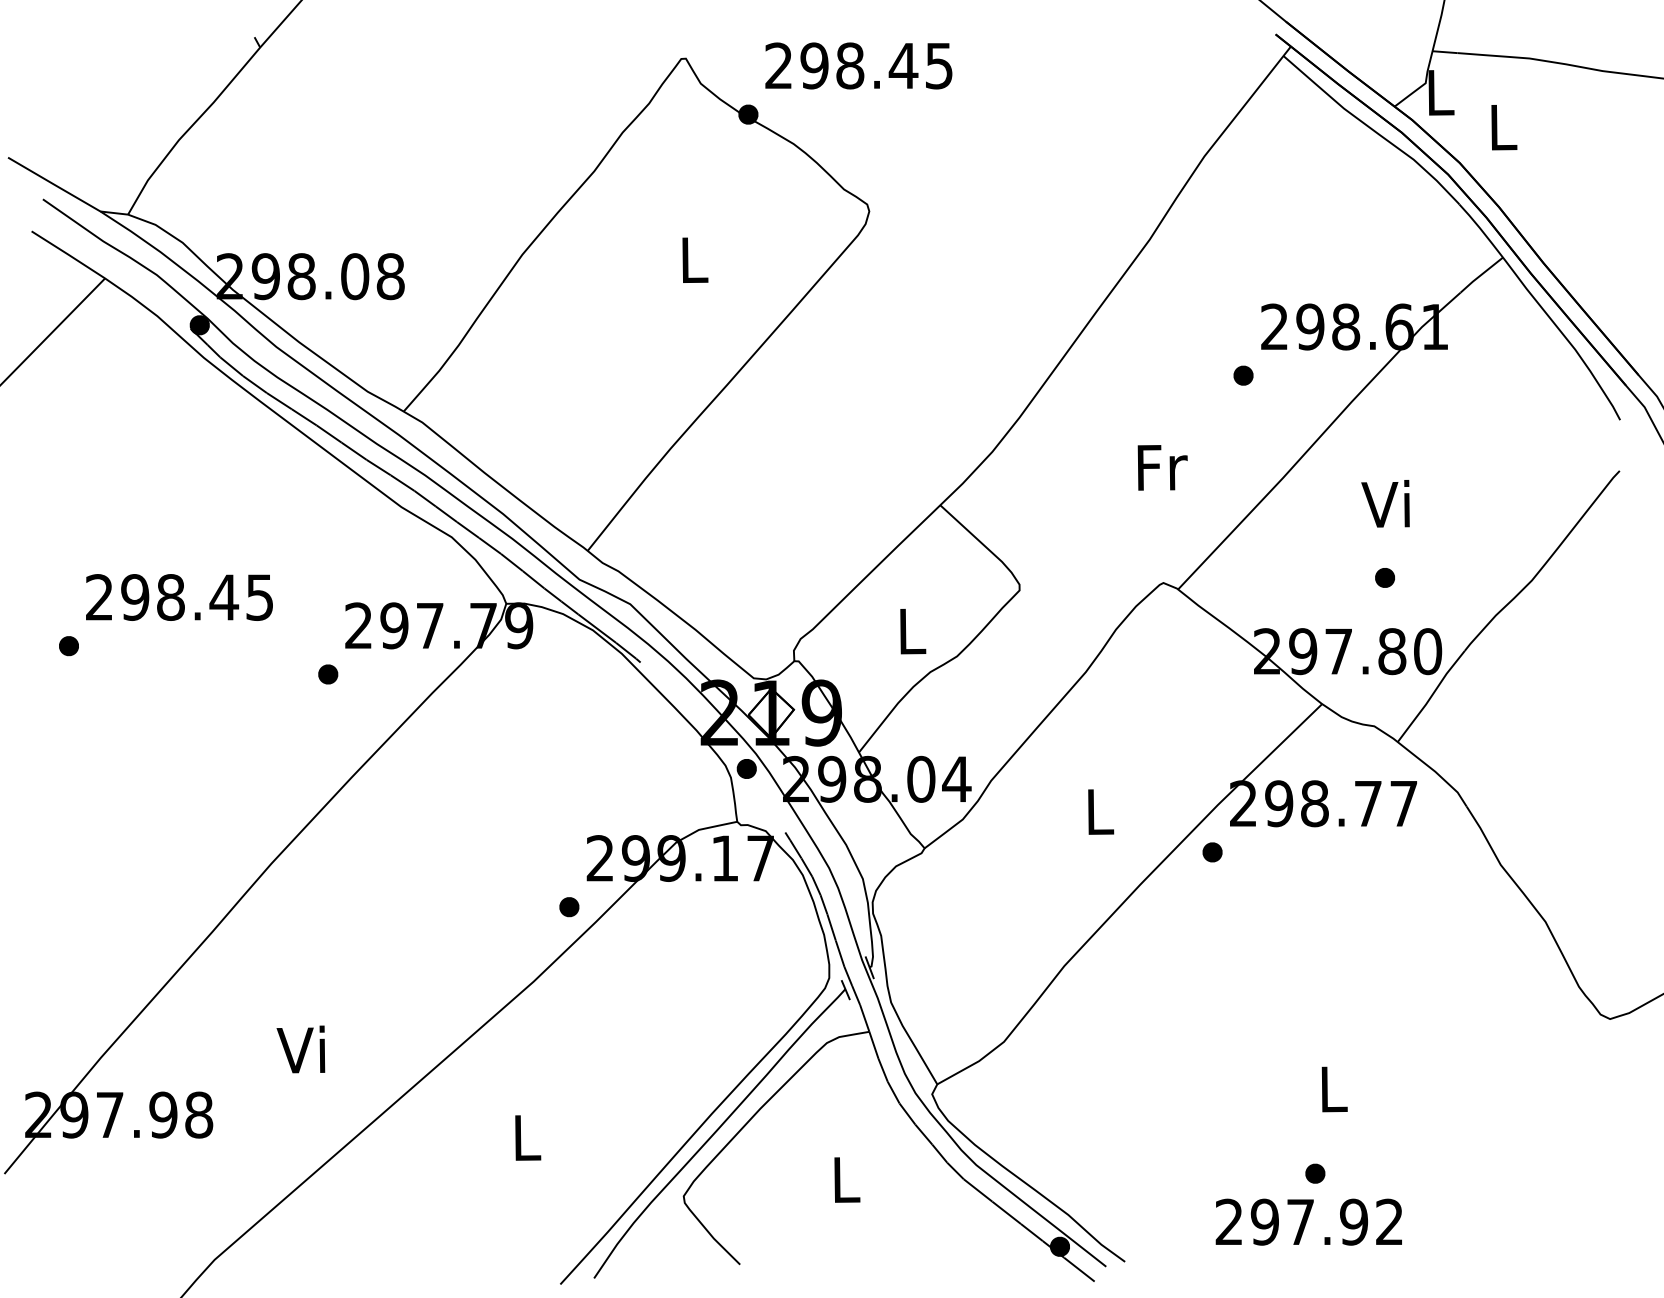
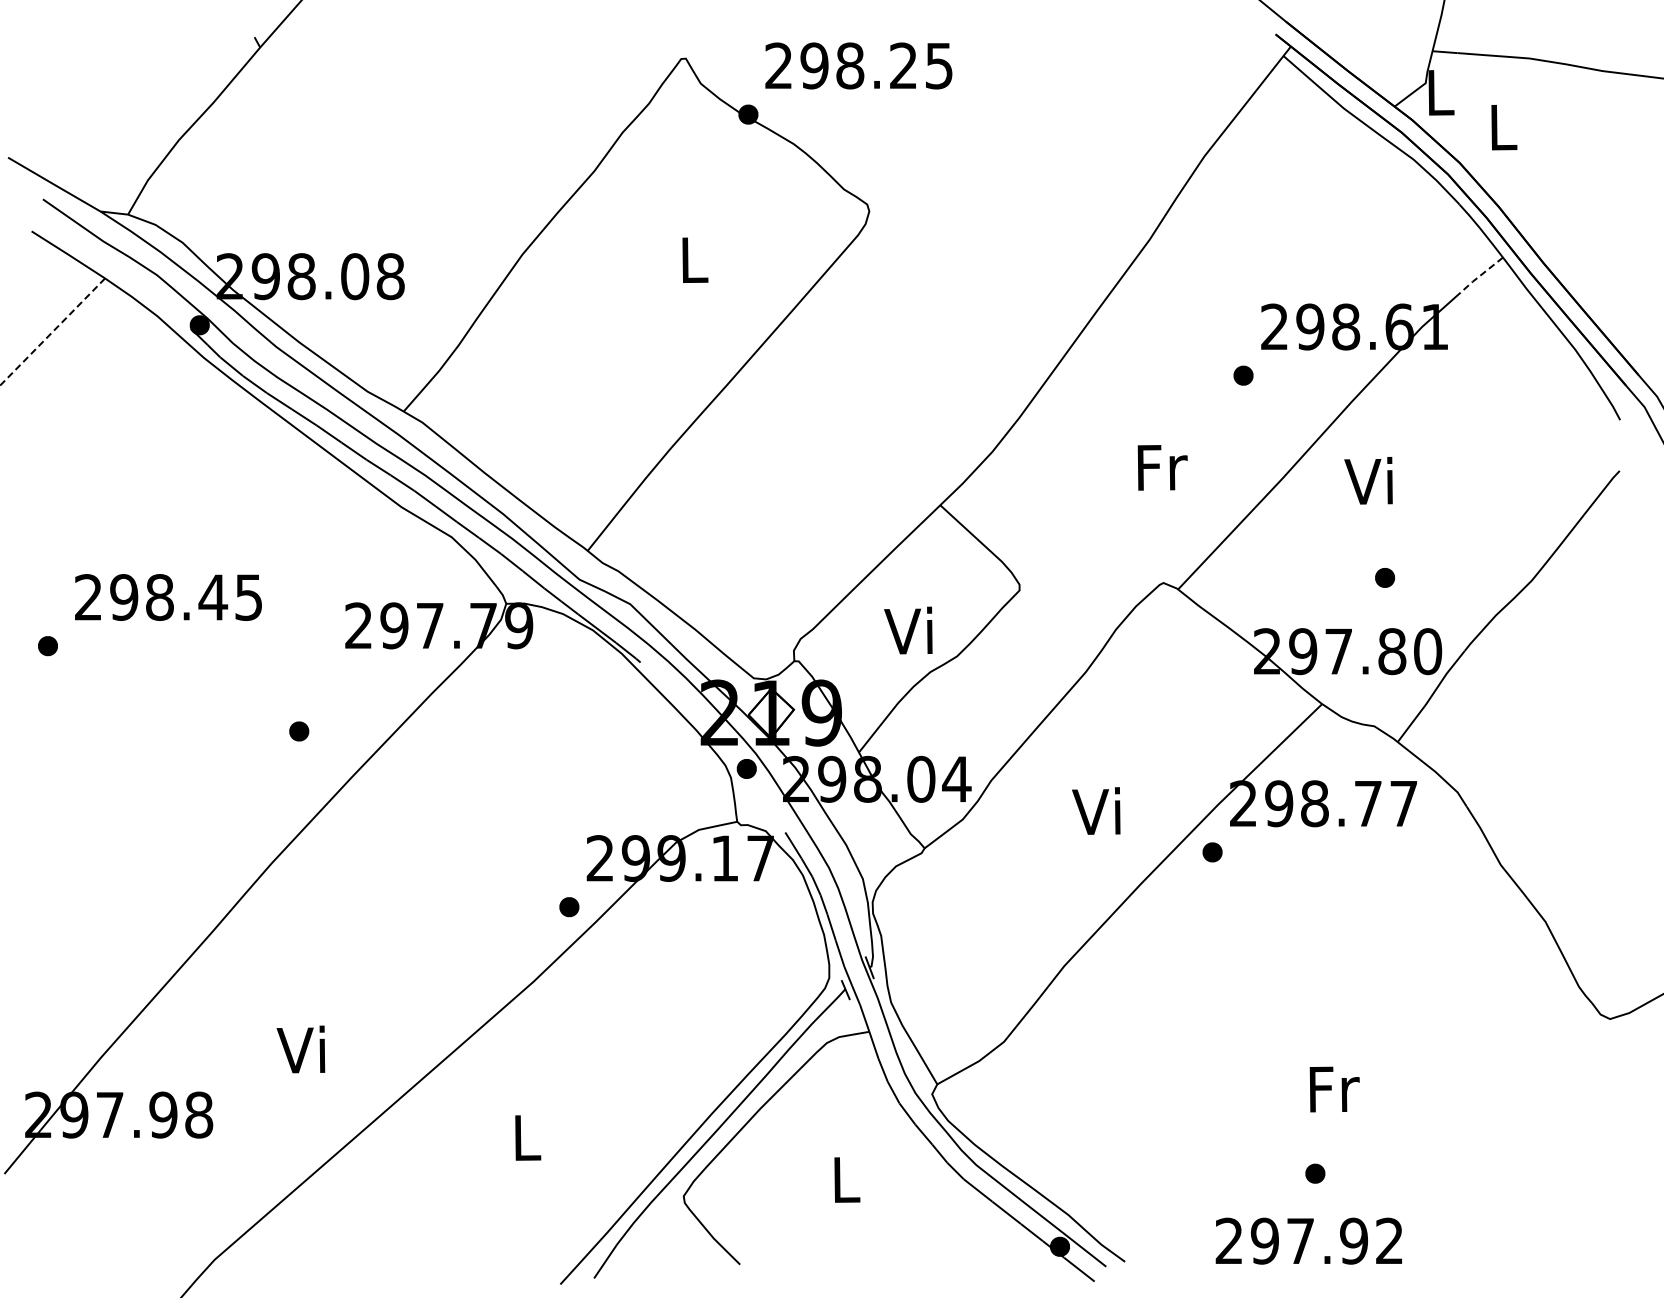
text at (903, 65): 298.45 -> 298.25
line at (1481, 275): solid -> dashed
line at (52, 331): solid -> dashed
text at (1385, 503) position: (1385, 503) -> (1368, 480)
text at (179, 597) position: (179, 597) -> (168, 597)
text at (908, 630): L -> Vi
part at (68, 646) position: (68, 646) -> (47, 646)
part at (328, 674) position: (328, 674) -> (299, 731)
text at (1096, 810): L -> Vi
text at (1334, 1089): L -> Fr
text at (1308, 1221) position: (1308, 1221) -> (1308, 1240)
